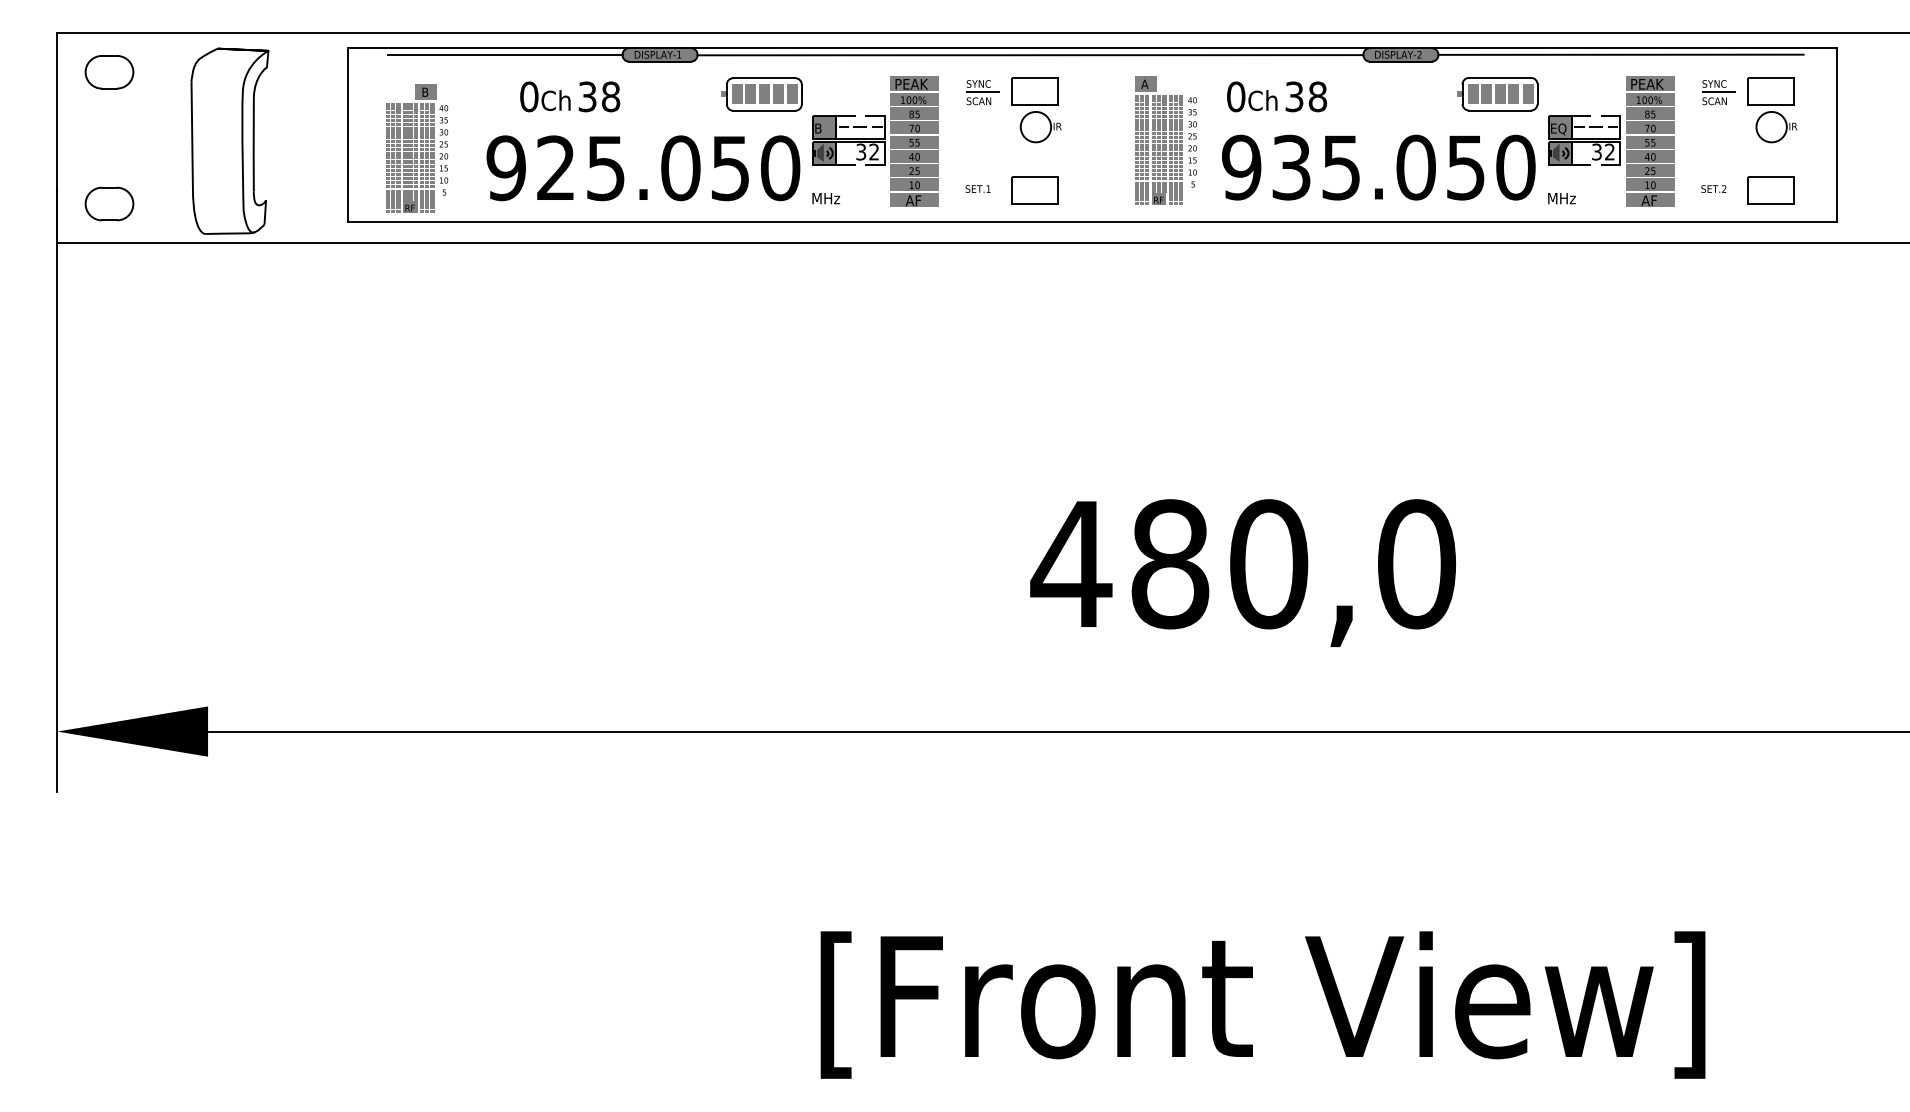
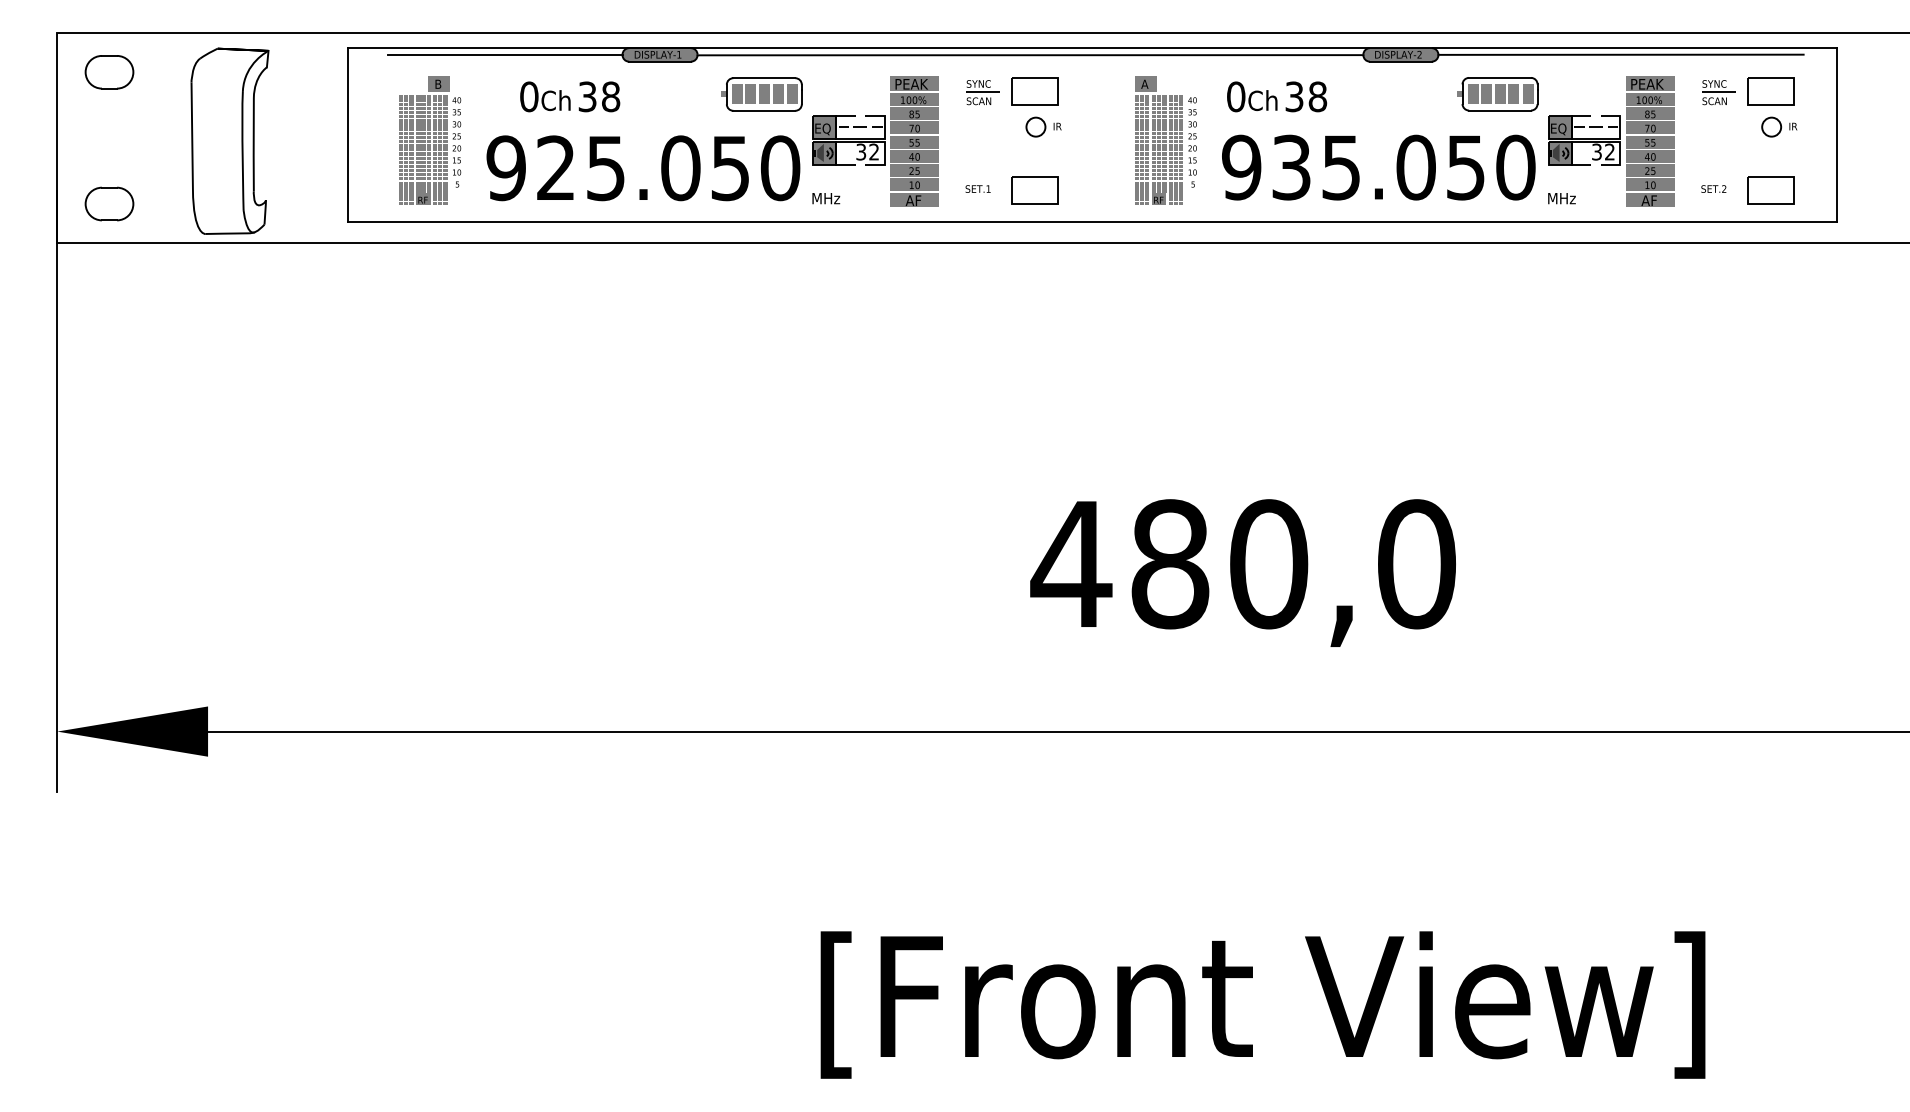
circle at (1035, 126) diameter: 30 px -> 19 px
circle at (1771, 126) diameter: 30 px -> 19 px
text at (824, 129): B -> EQ
text at (417, 148) position: (417, 148) -> (430, 140)
